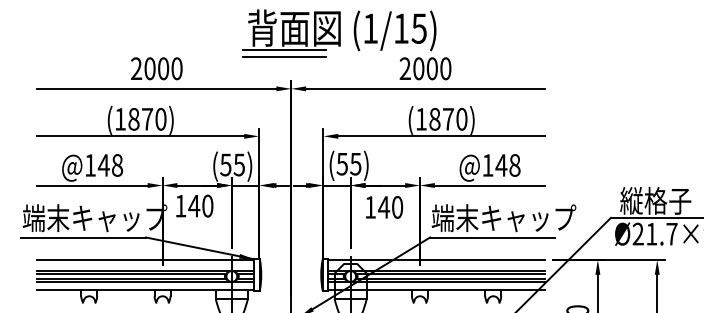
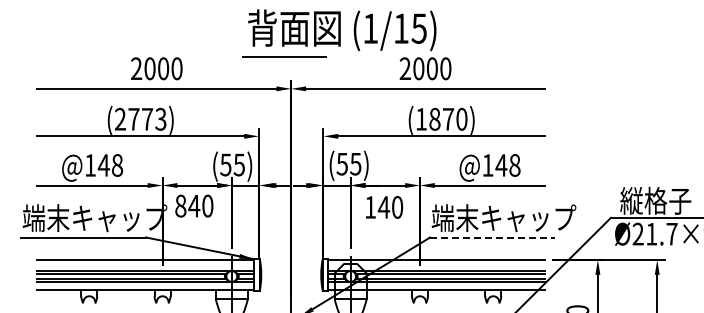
line at (284, 49): present -> none
text at (140, 118): (1870) -> (2773)
text at (180, 205): 140 -> 840
line at (493, 237): solid -> dashed
